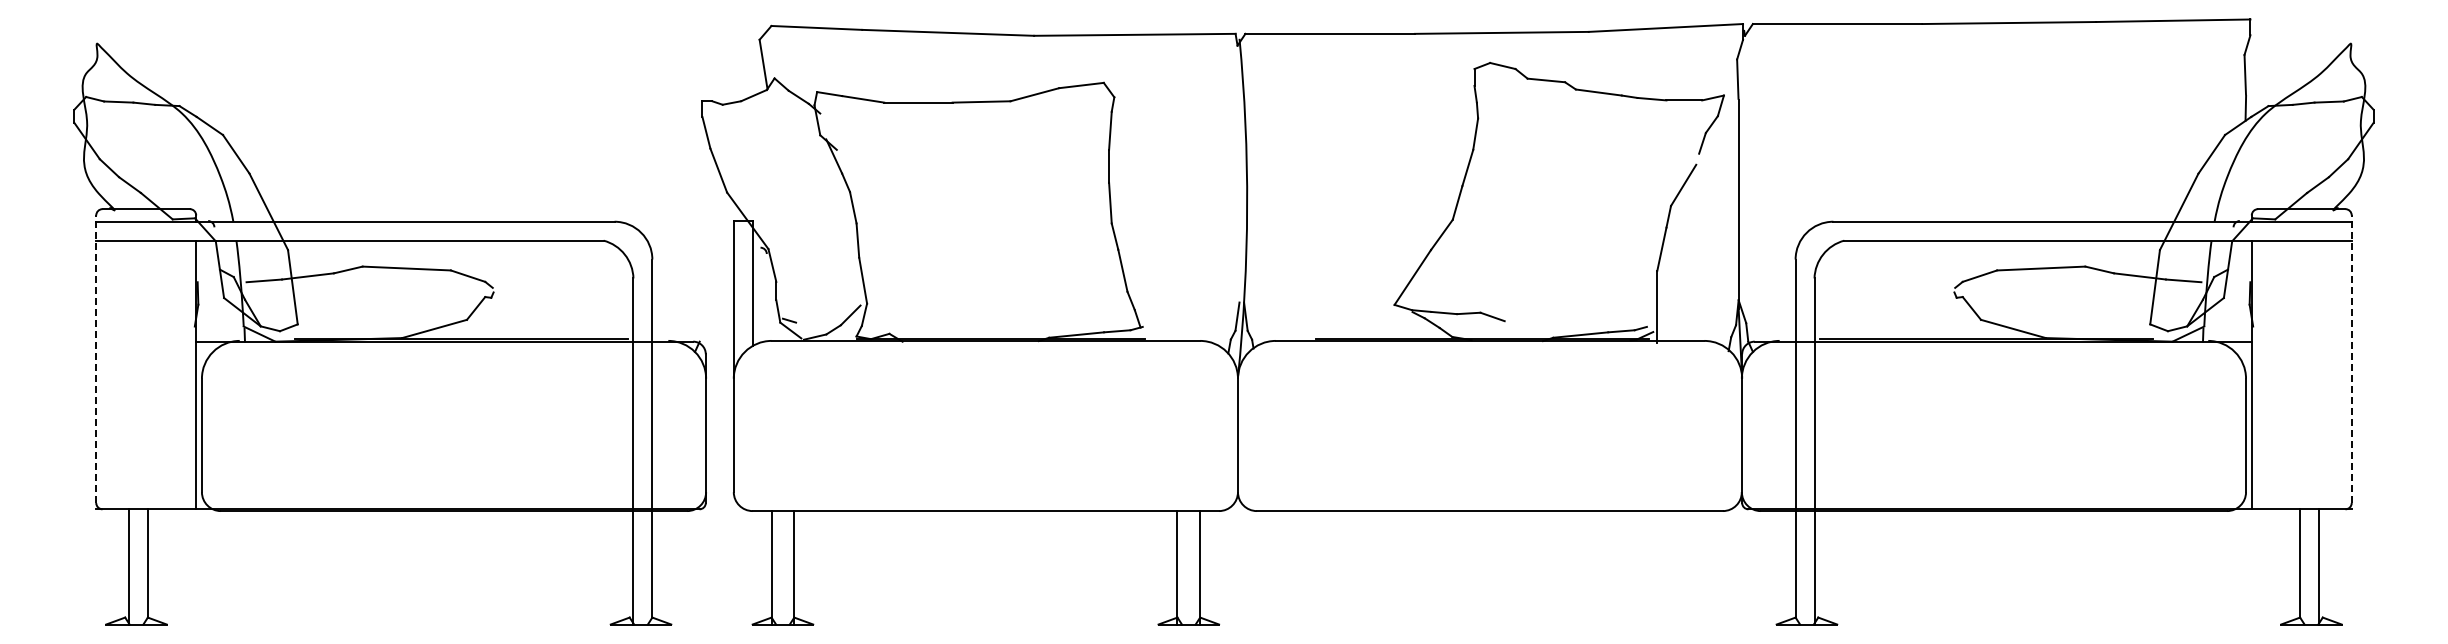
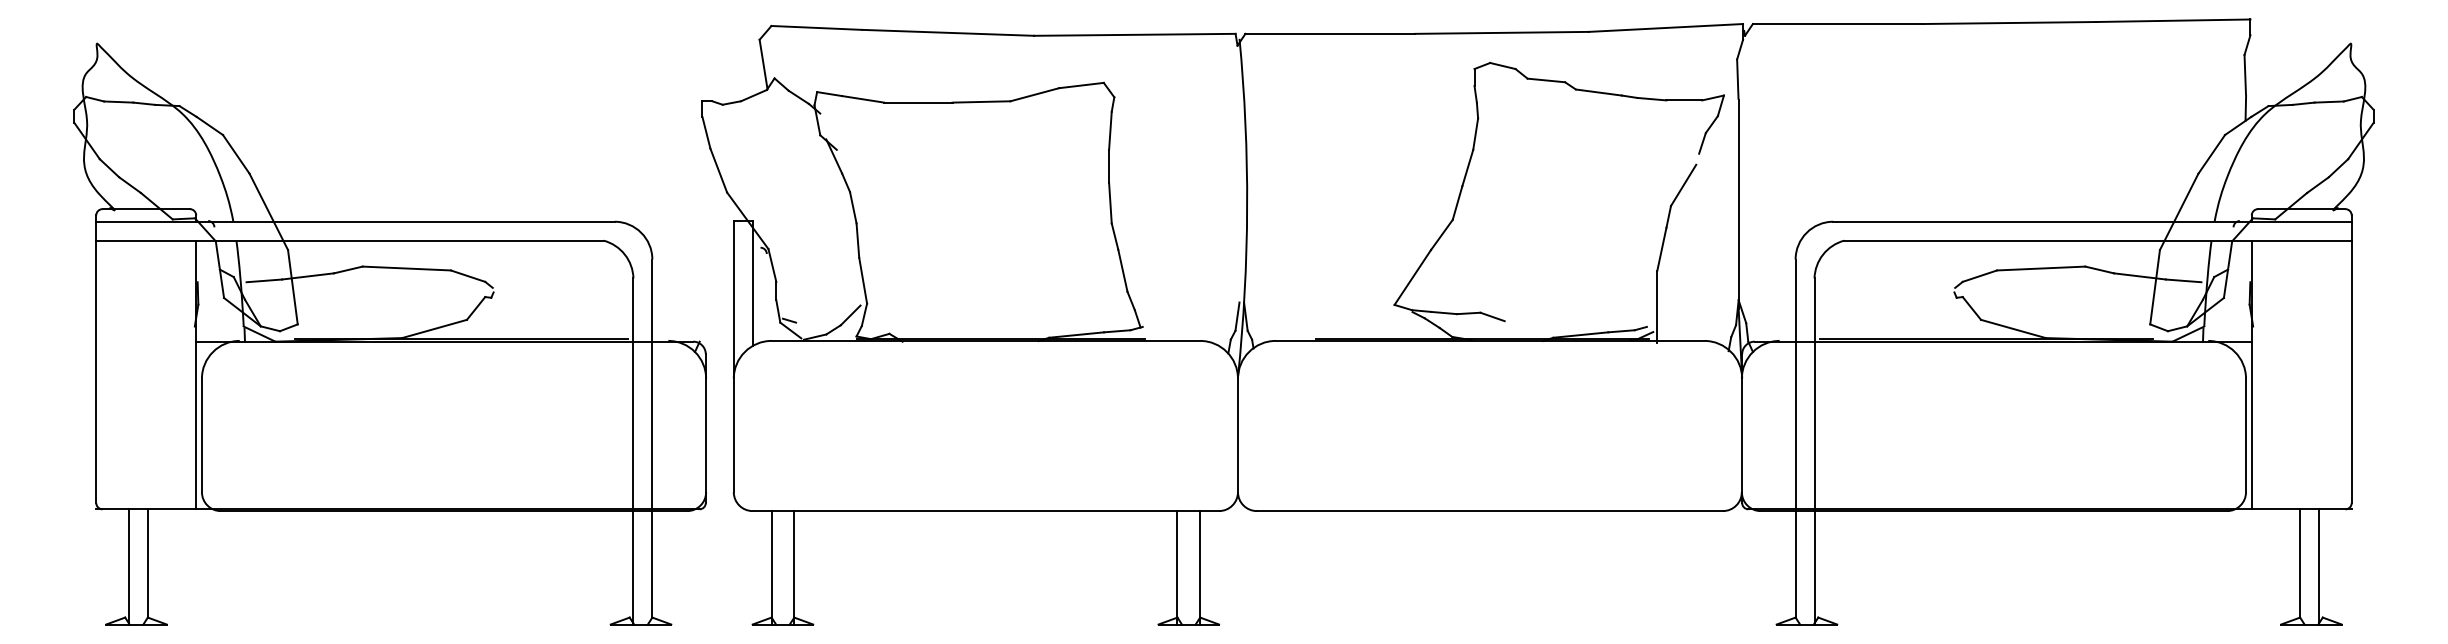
line at (96, 359): dashed -> solid
line at (2351, 359): dashed -> solid
